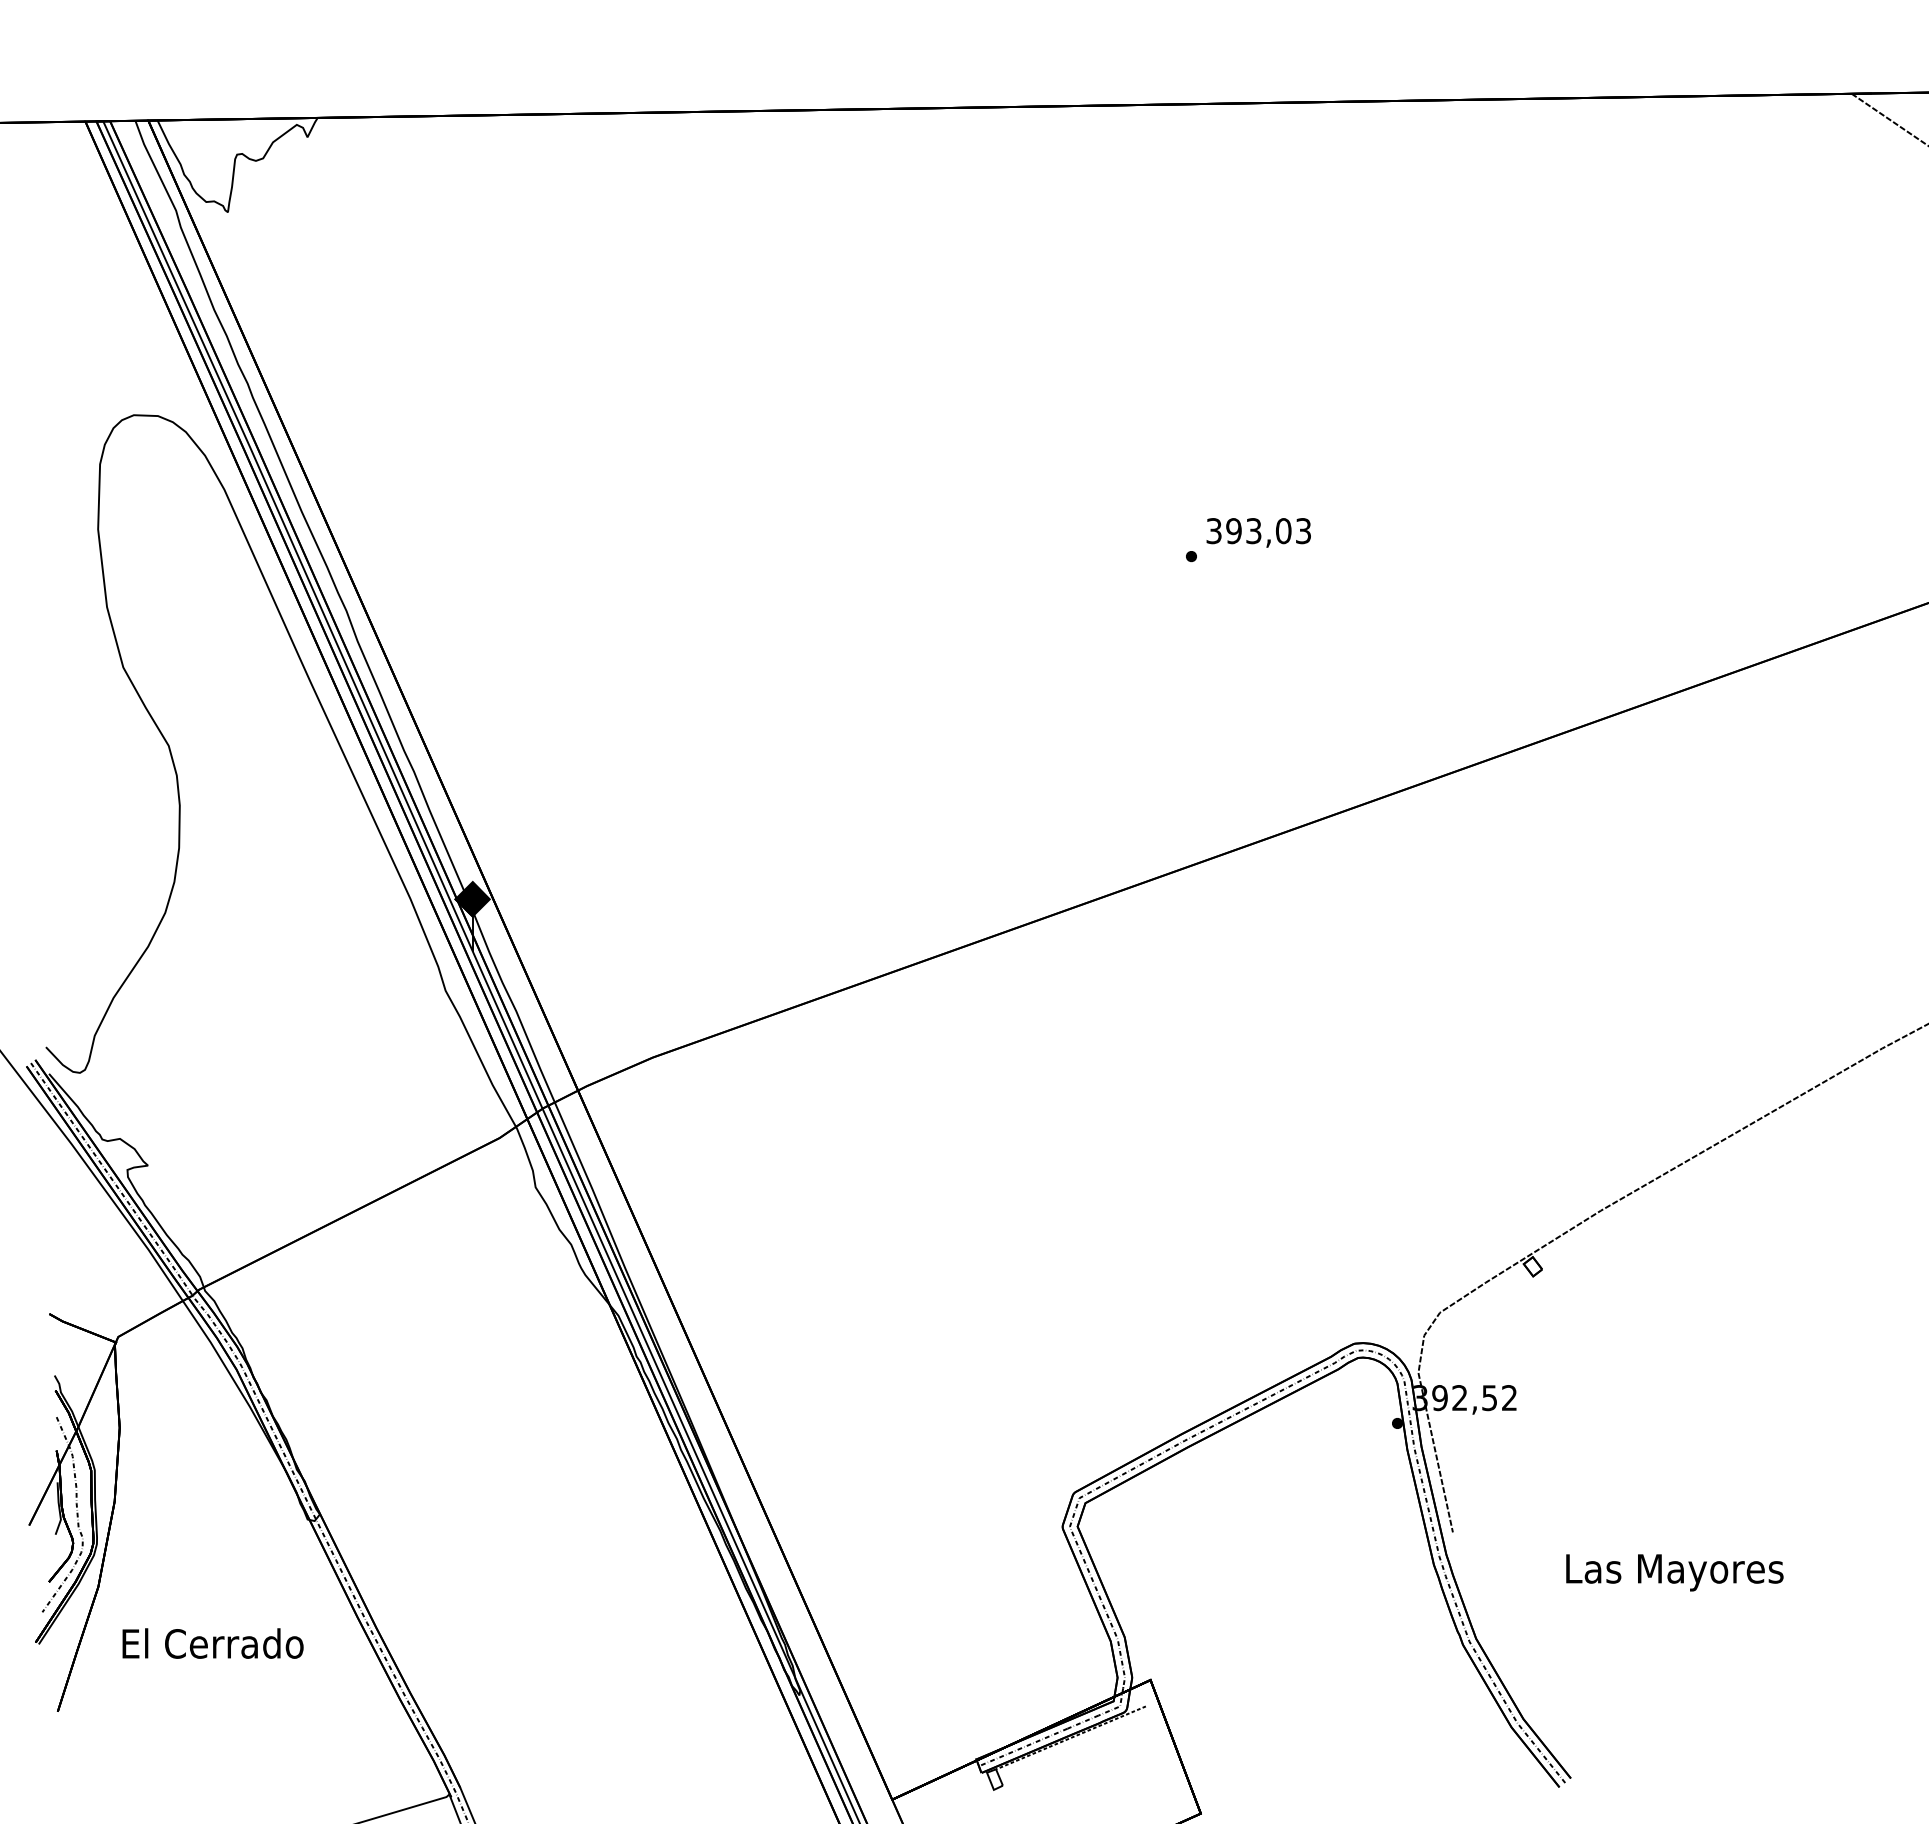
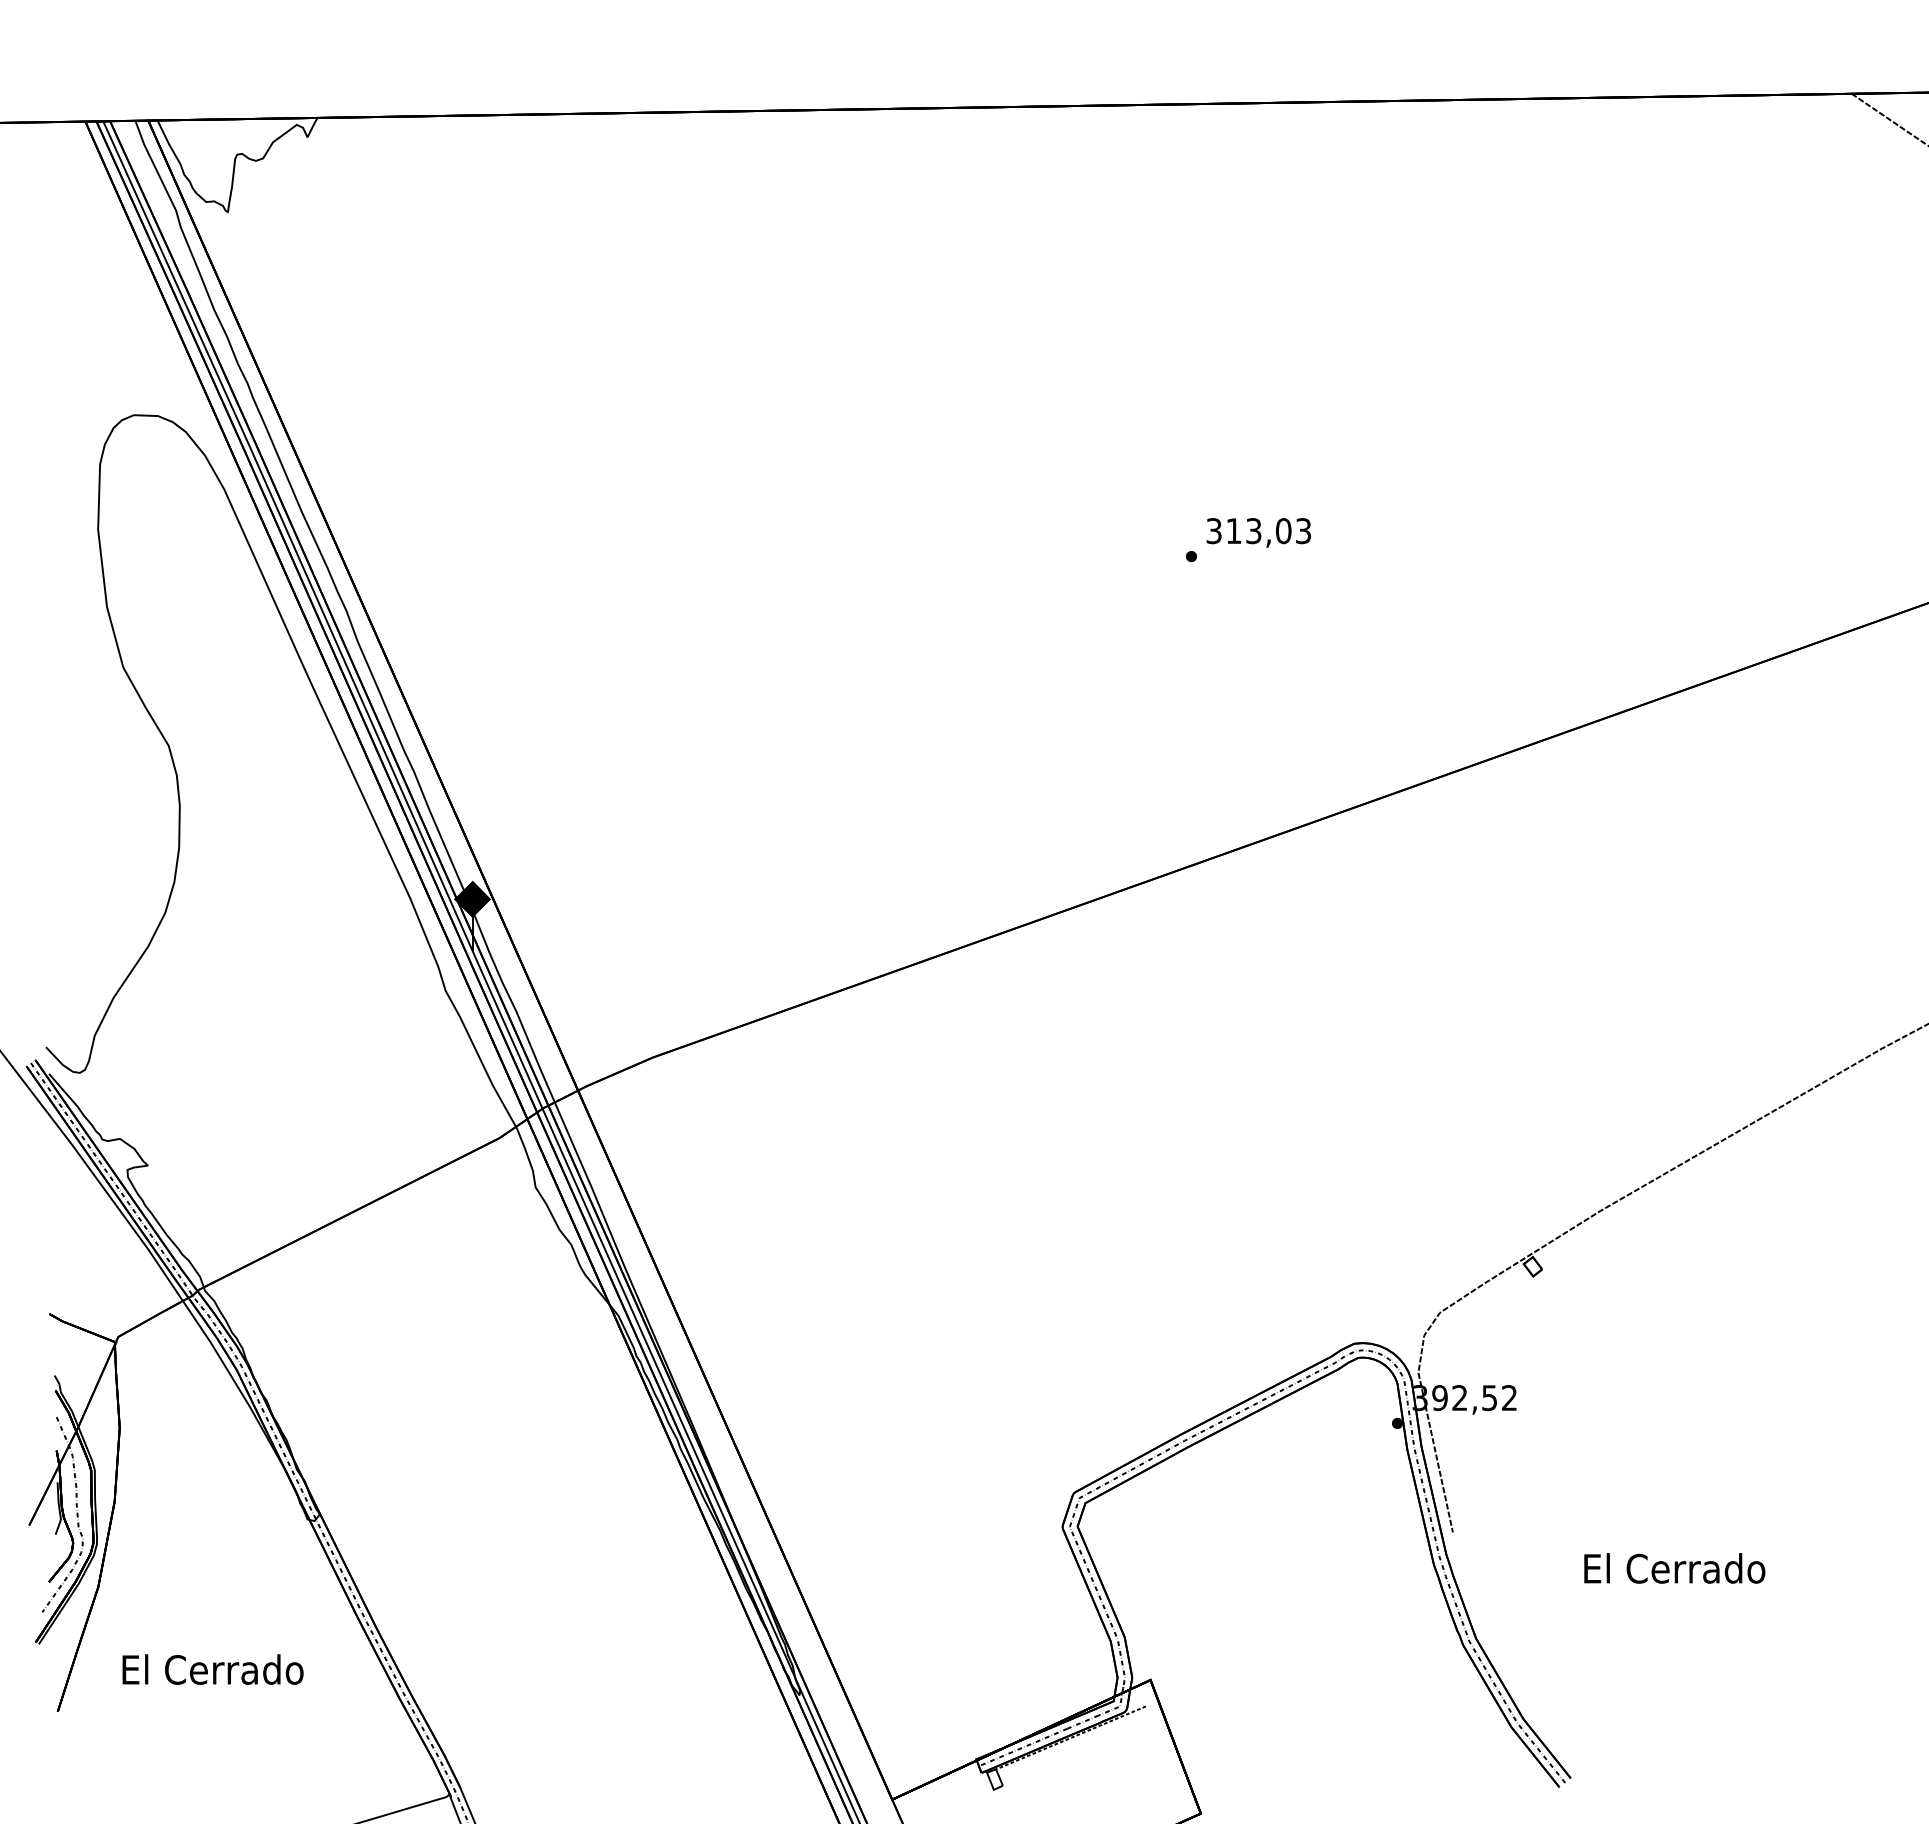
text at (1233, 531): 393,03 -> 313,03
text at (1674, 1572): Las Mayores -> El Cerrado
text at (212, 1643) position: (212, 1643) -> (212, 1669)
